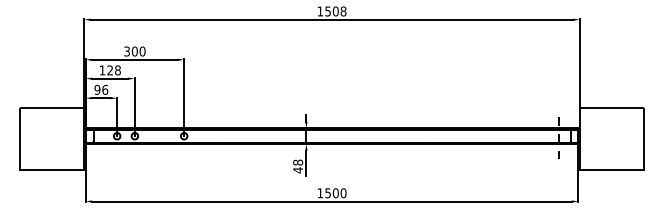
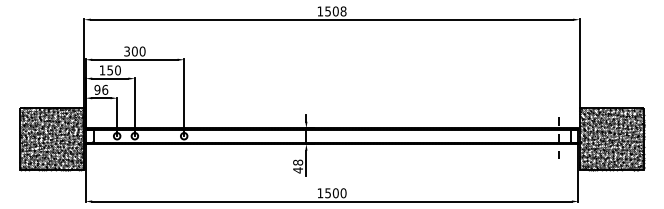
text at (113, 70): 128 -> 150
hatch at (51, 138): none -> present
hatch at (611, 138): none -> present
